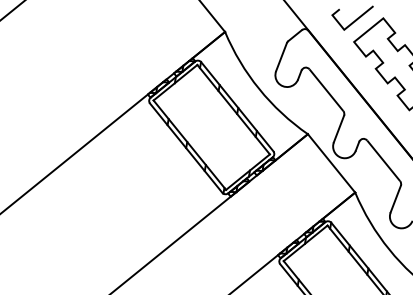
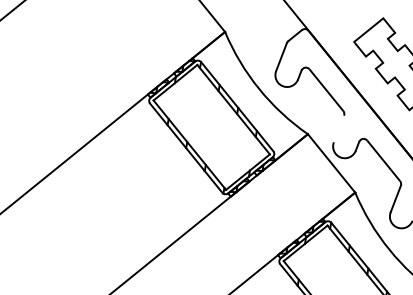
line at (355, 19): present -> none
line at (338, 128): present -> none
